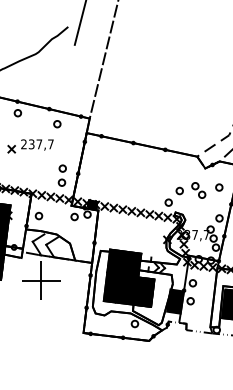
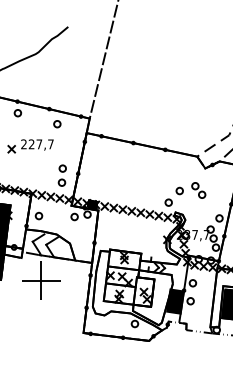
line at (79, 23): present -> none
text at (31, 144): 237,7 -> 227,7
circle at (219, 187): present -> none
fill at (128, 277): present -> none
